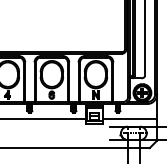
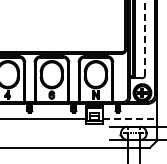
line at (144, 38): solid -> dashed
line at (130, 119): solid -> dashed
